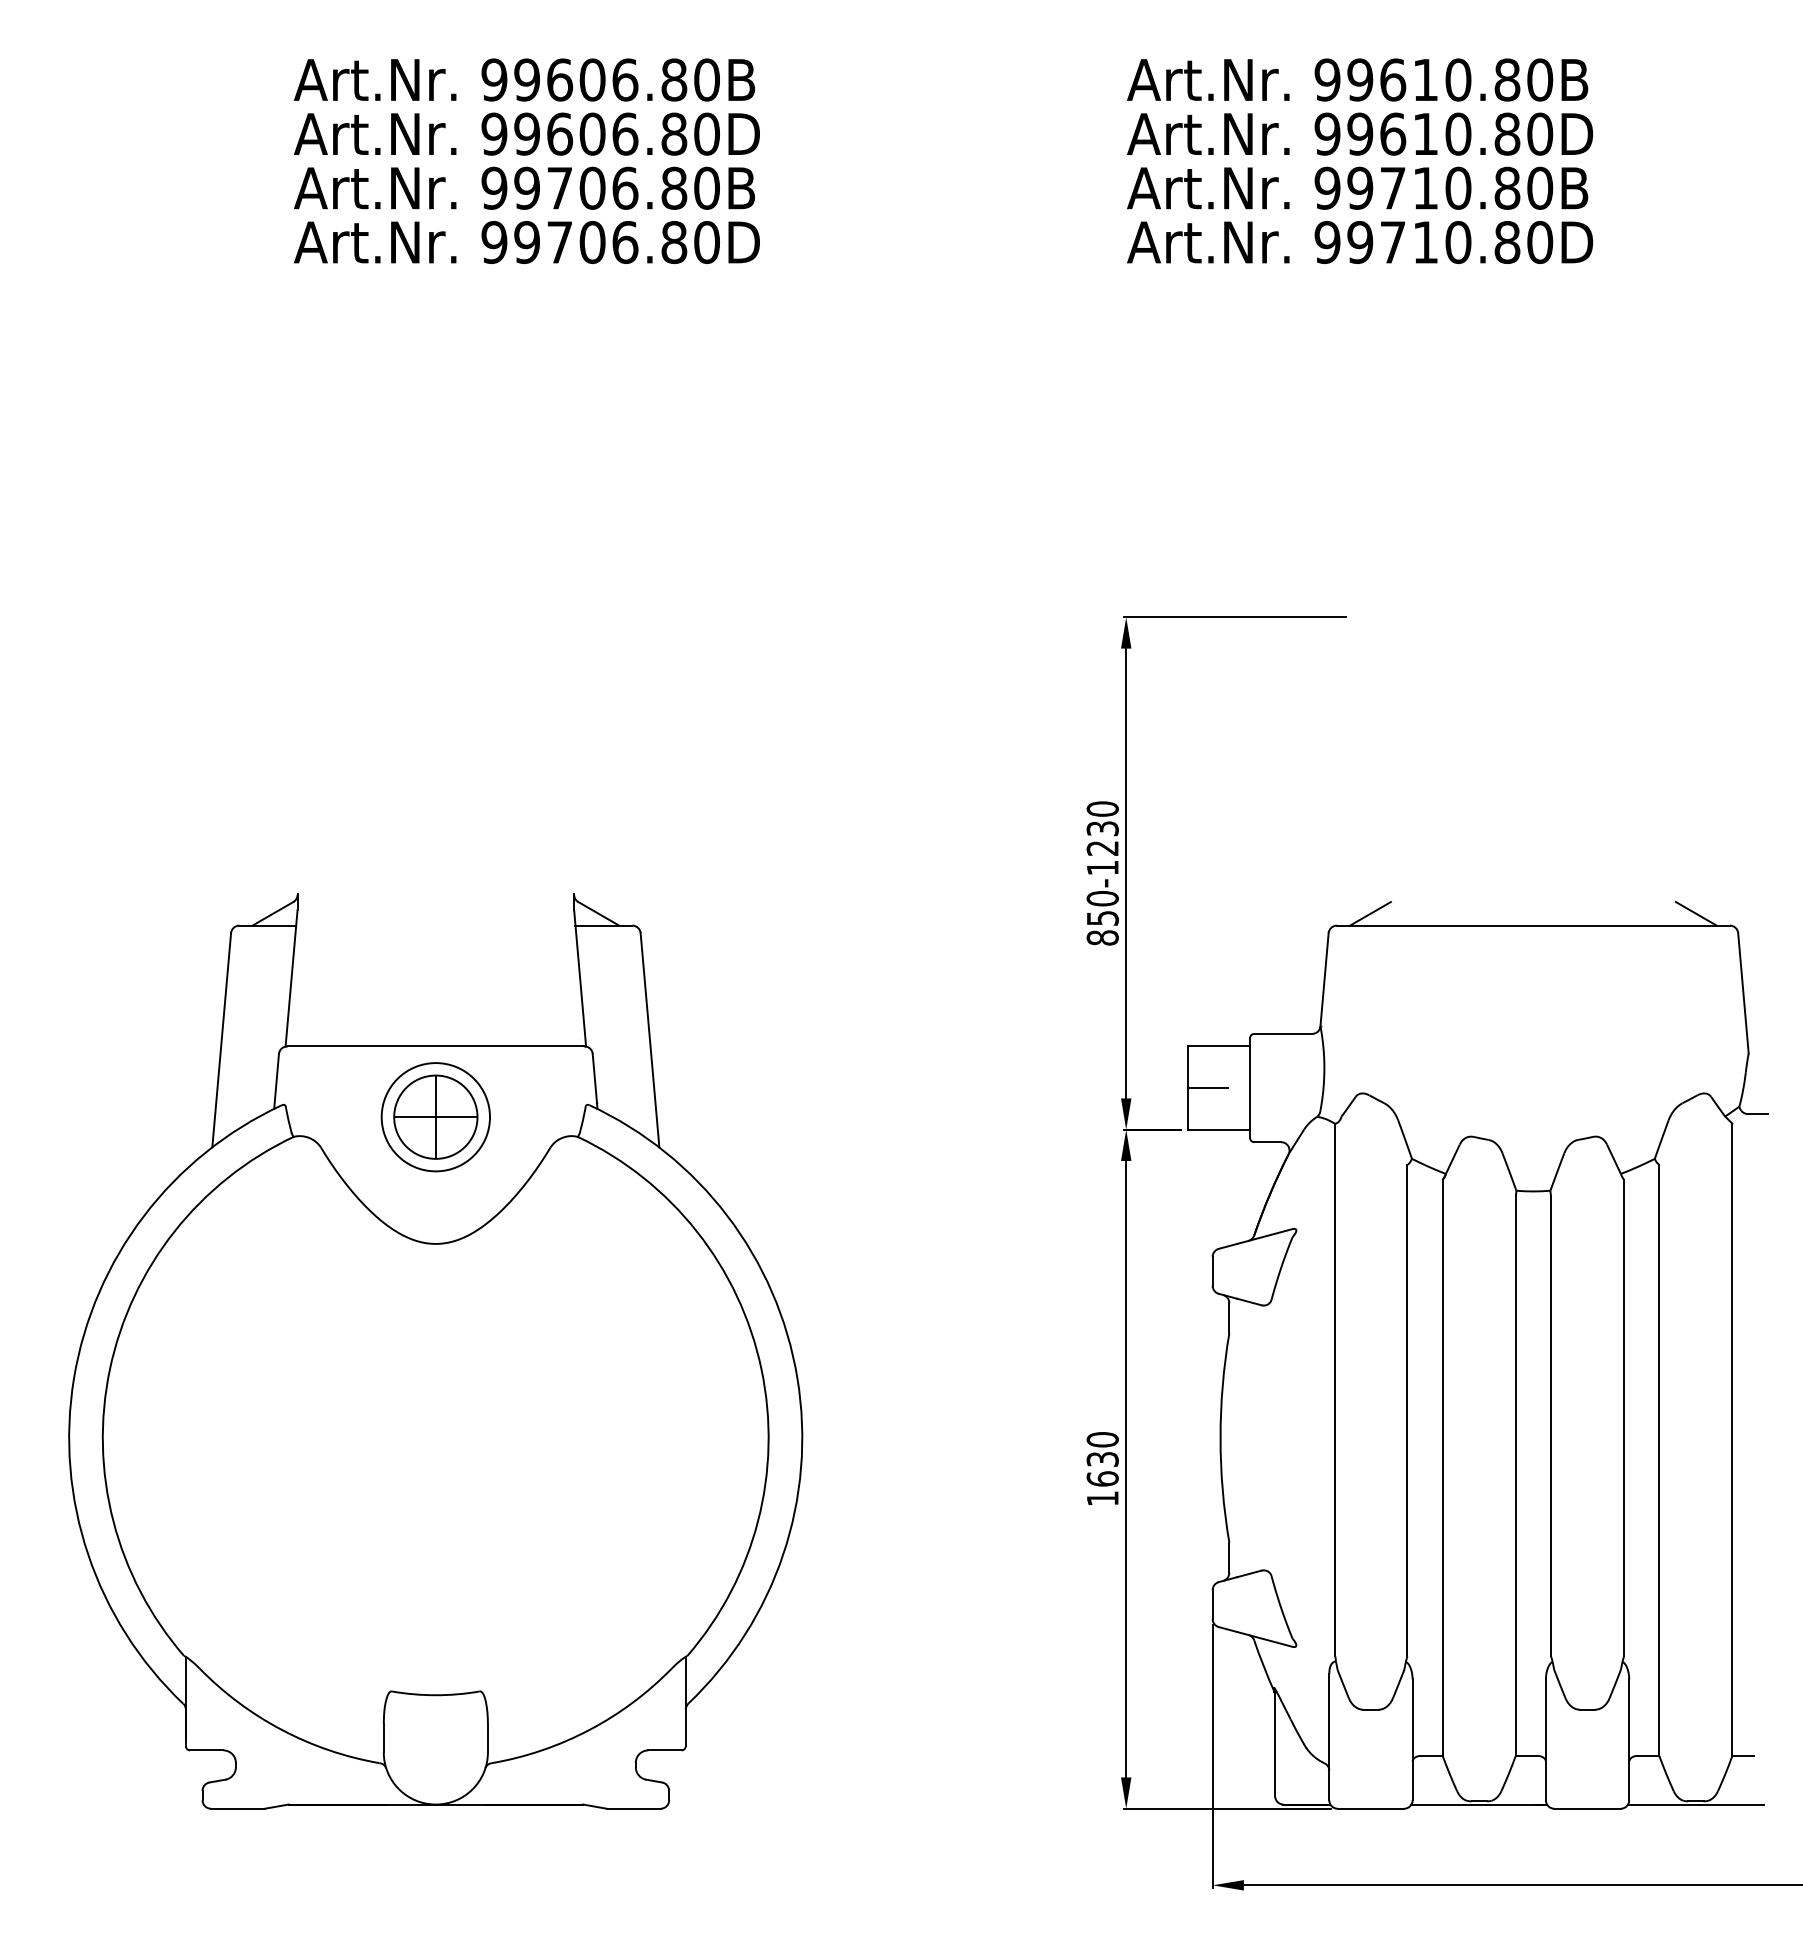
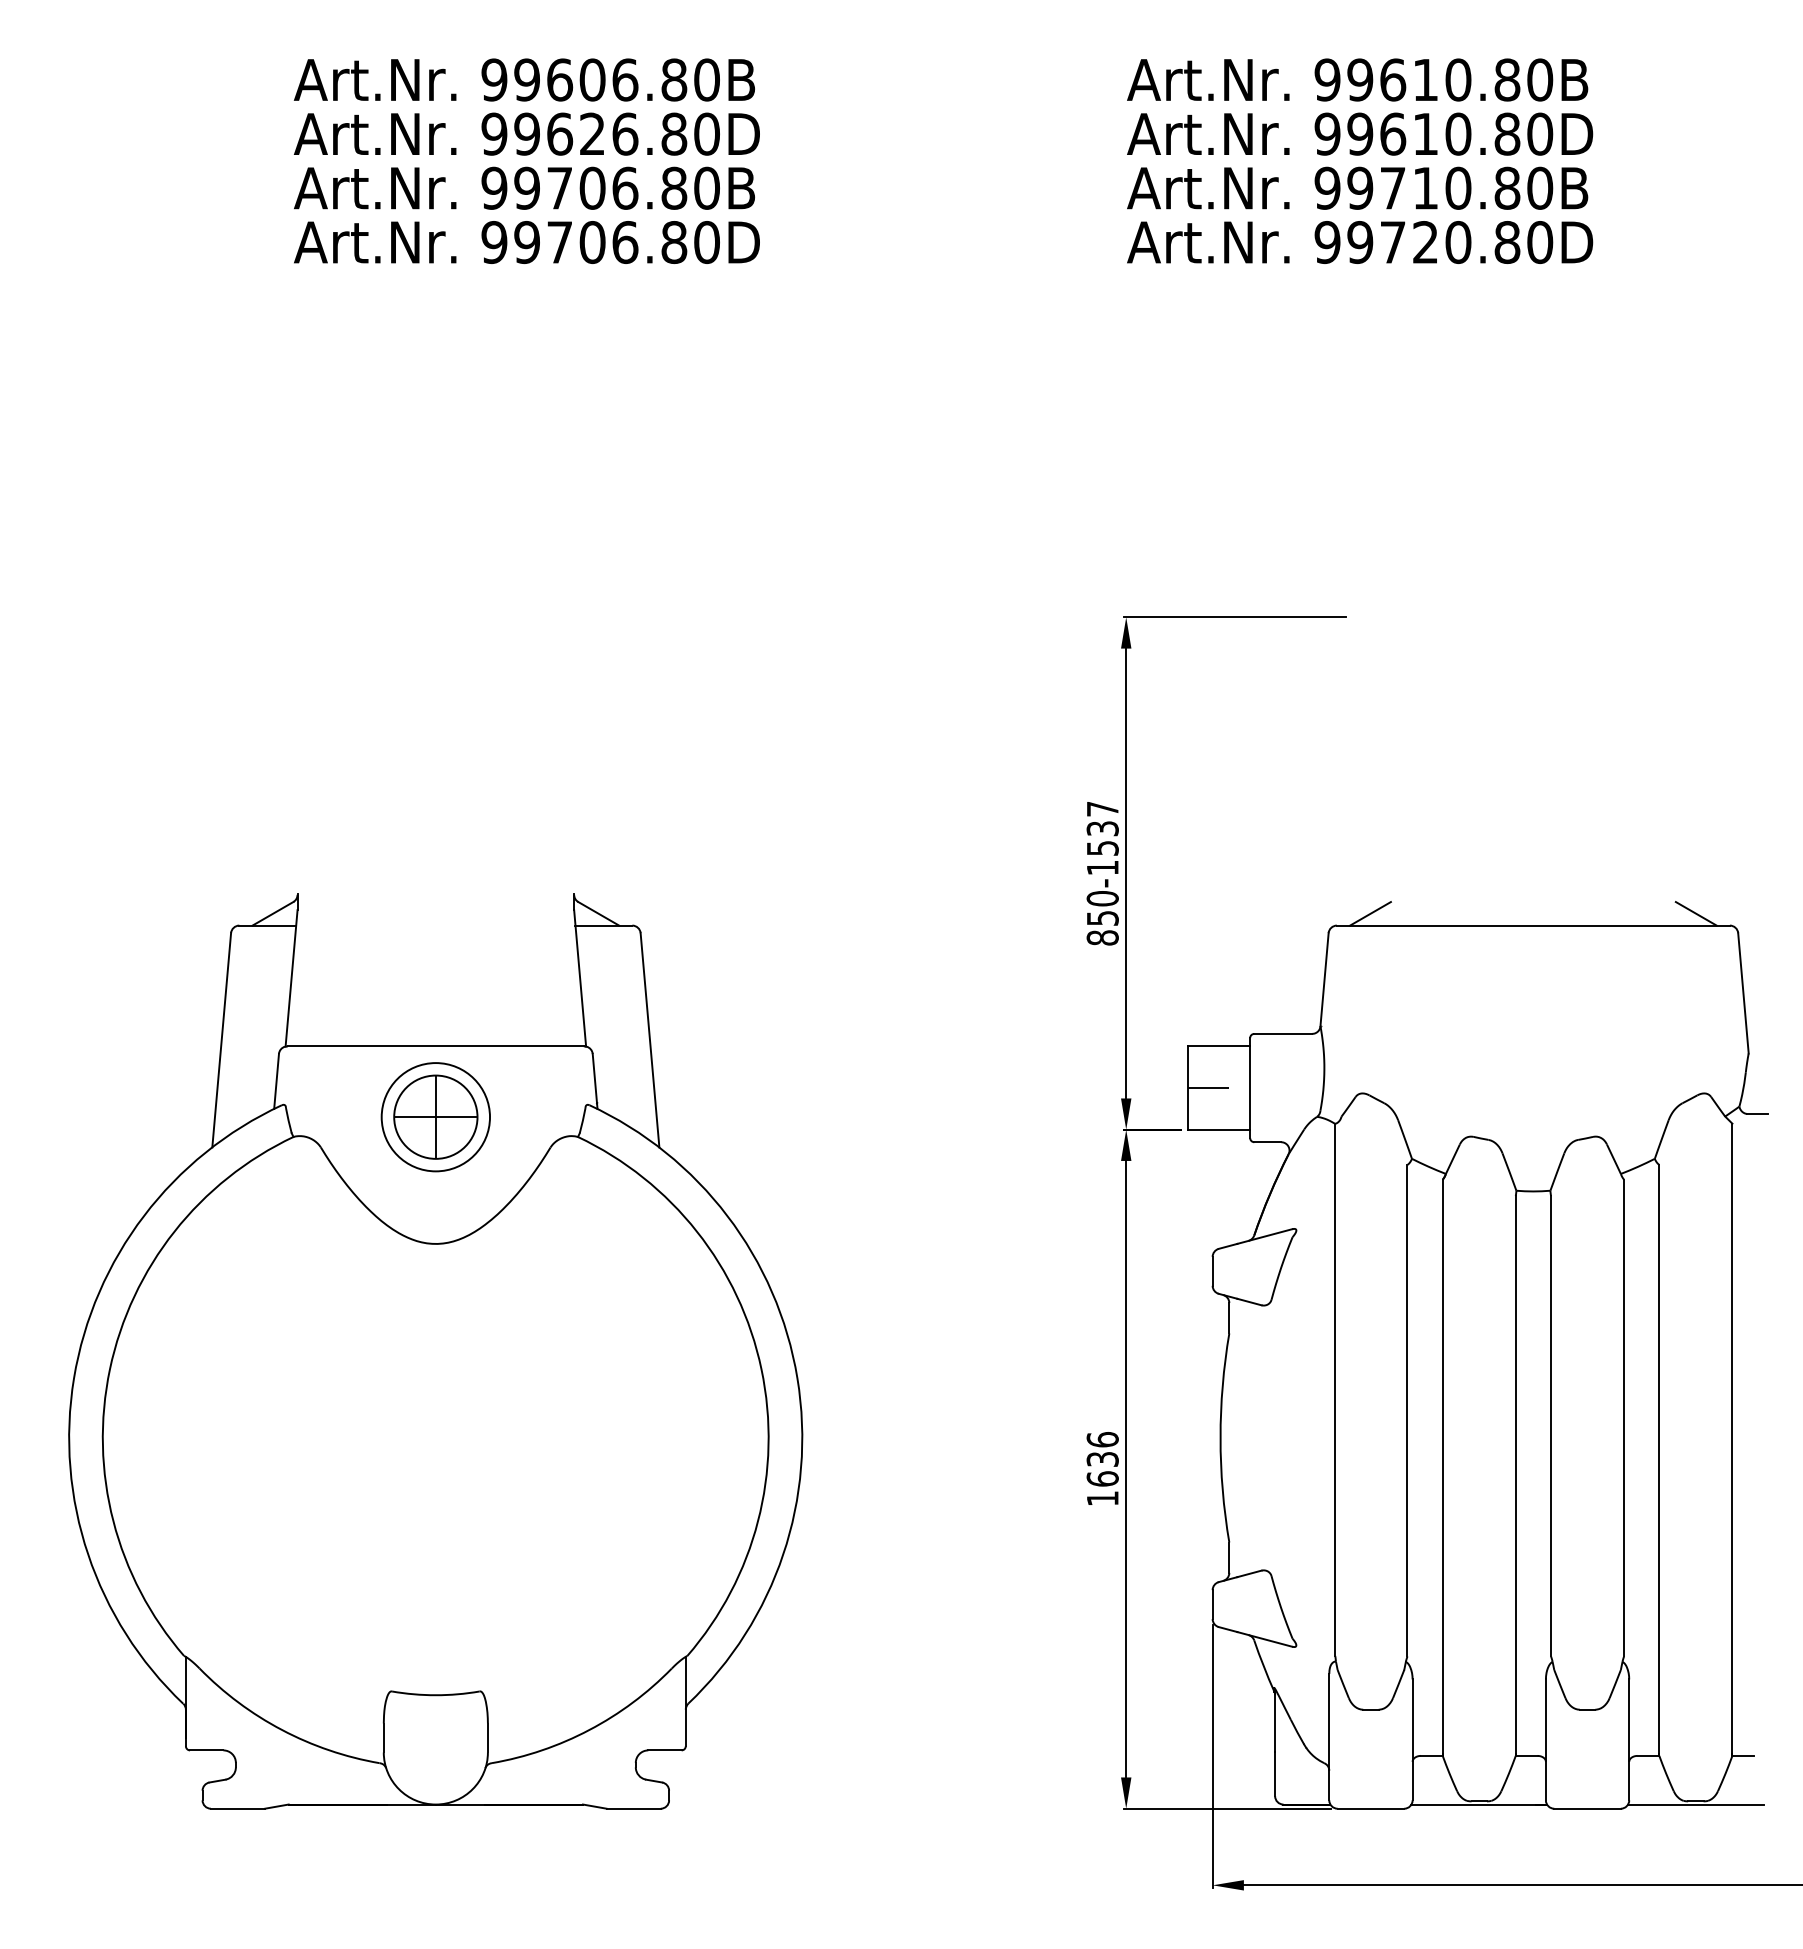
text at (592, 133): 99606.80D -> 99626.80D
text at (1425, 242): 99710.80D -> 99720.80D
text at (1102, 828): 850-1230 -> 850-1537
text at (1102, 1439): 1630 -> 1636
